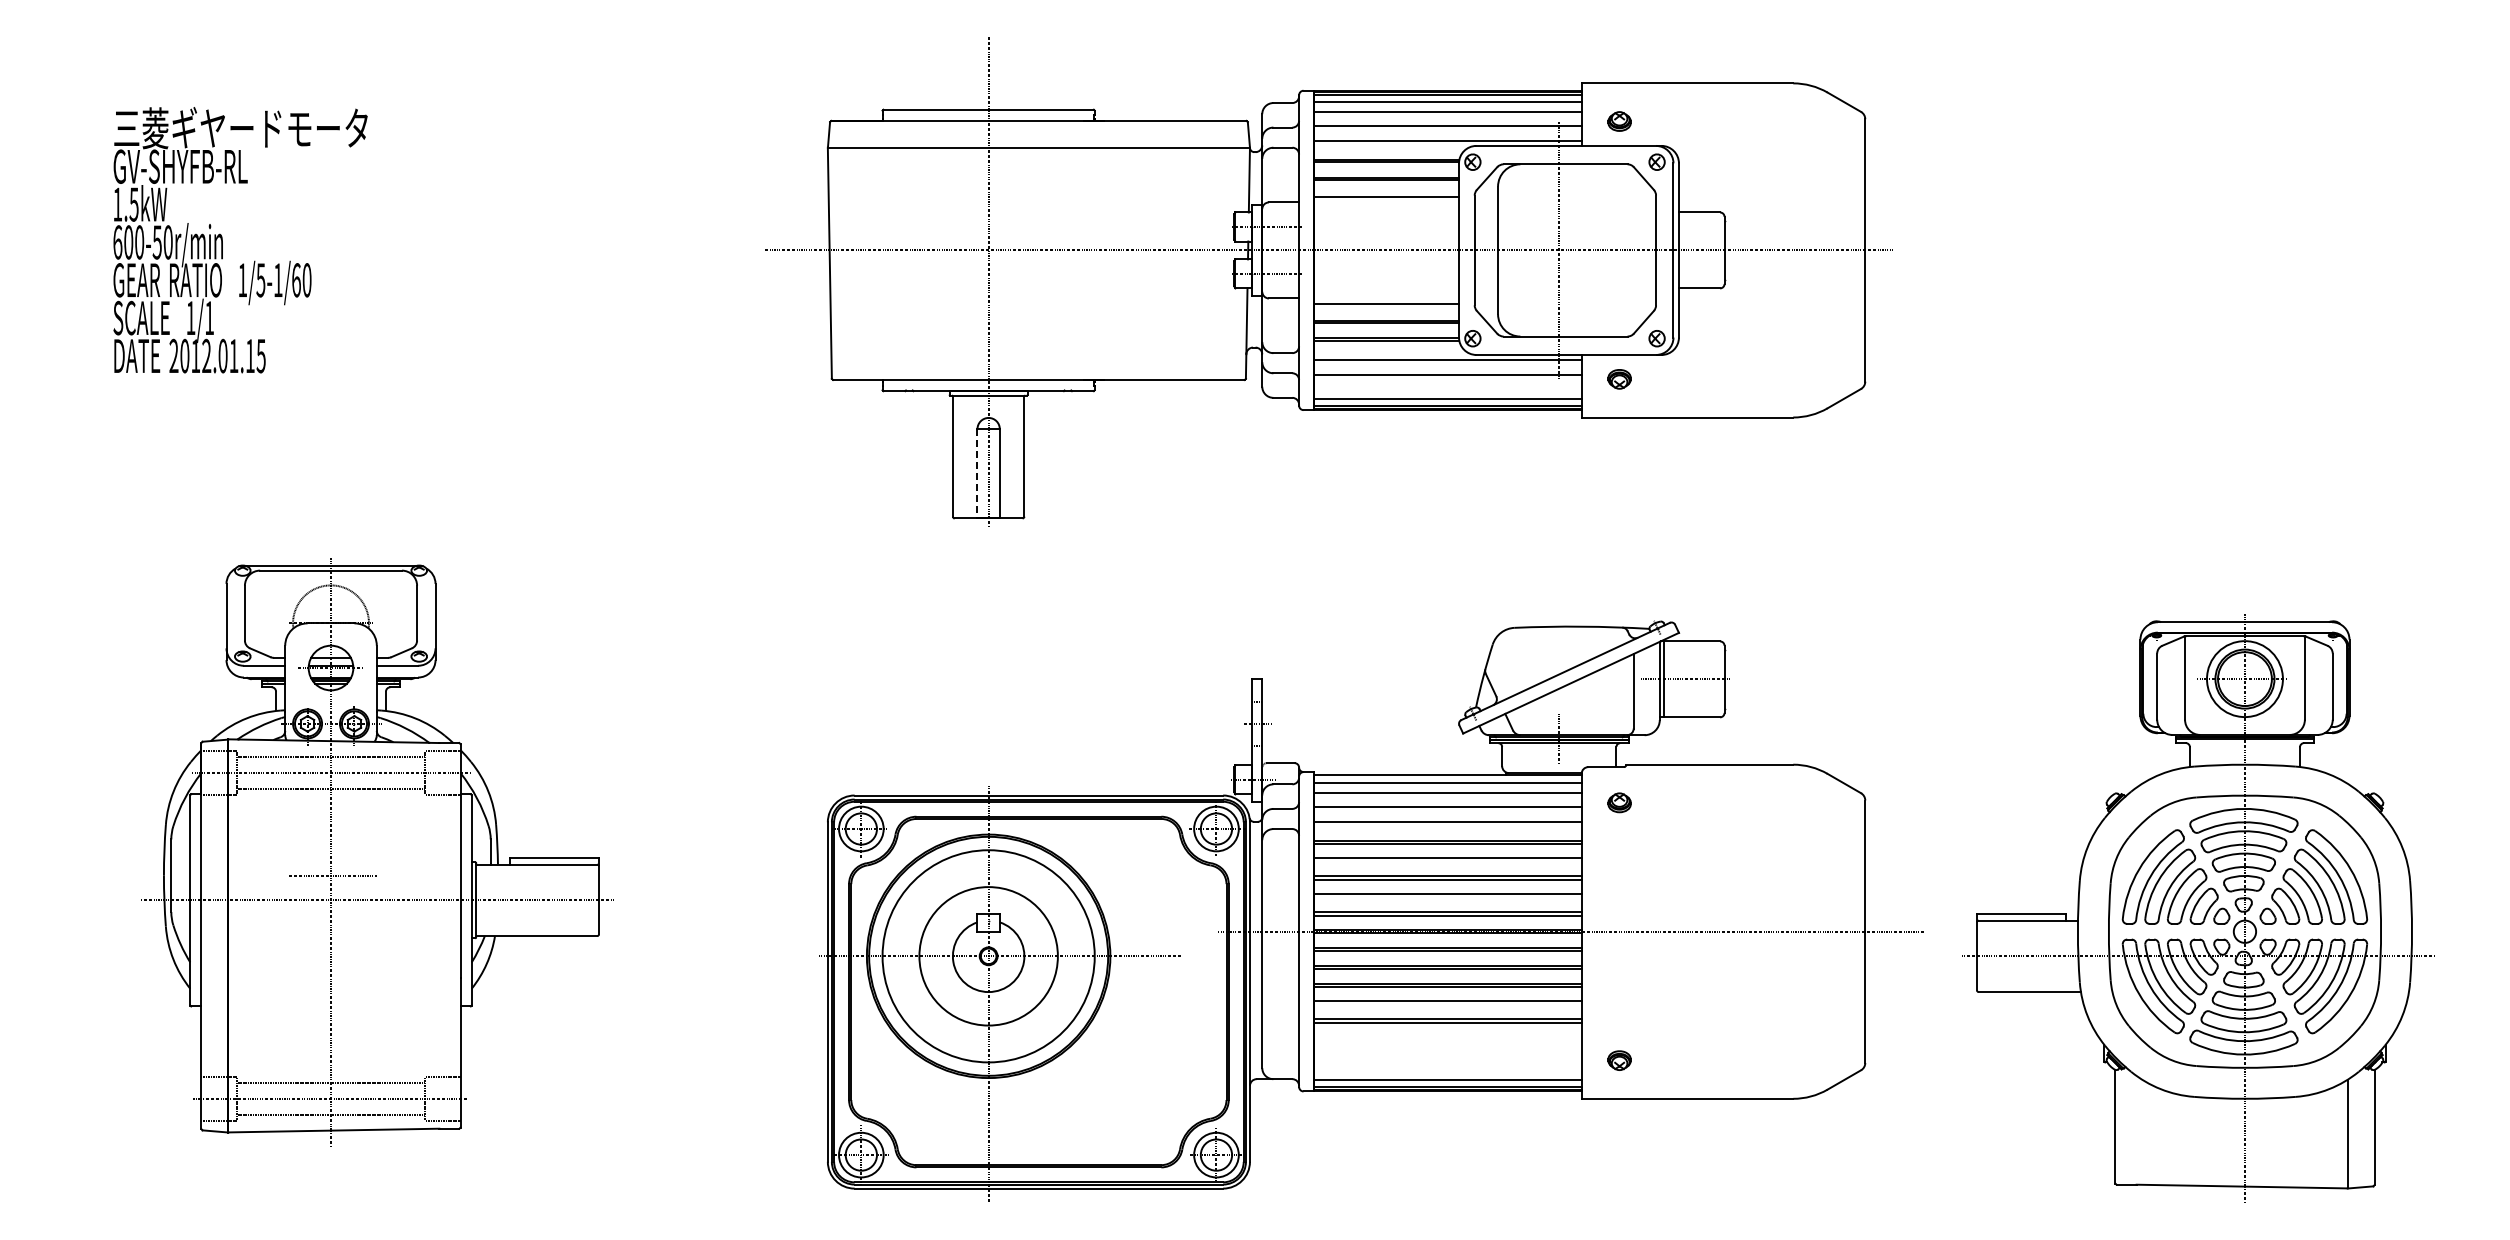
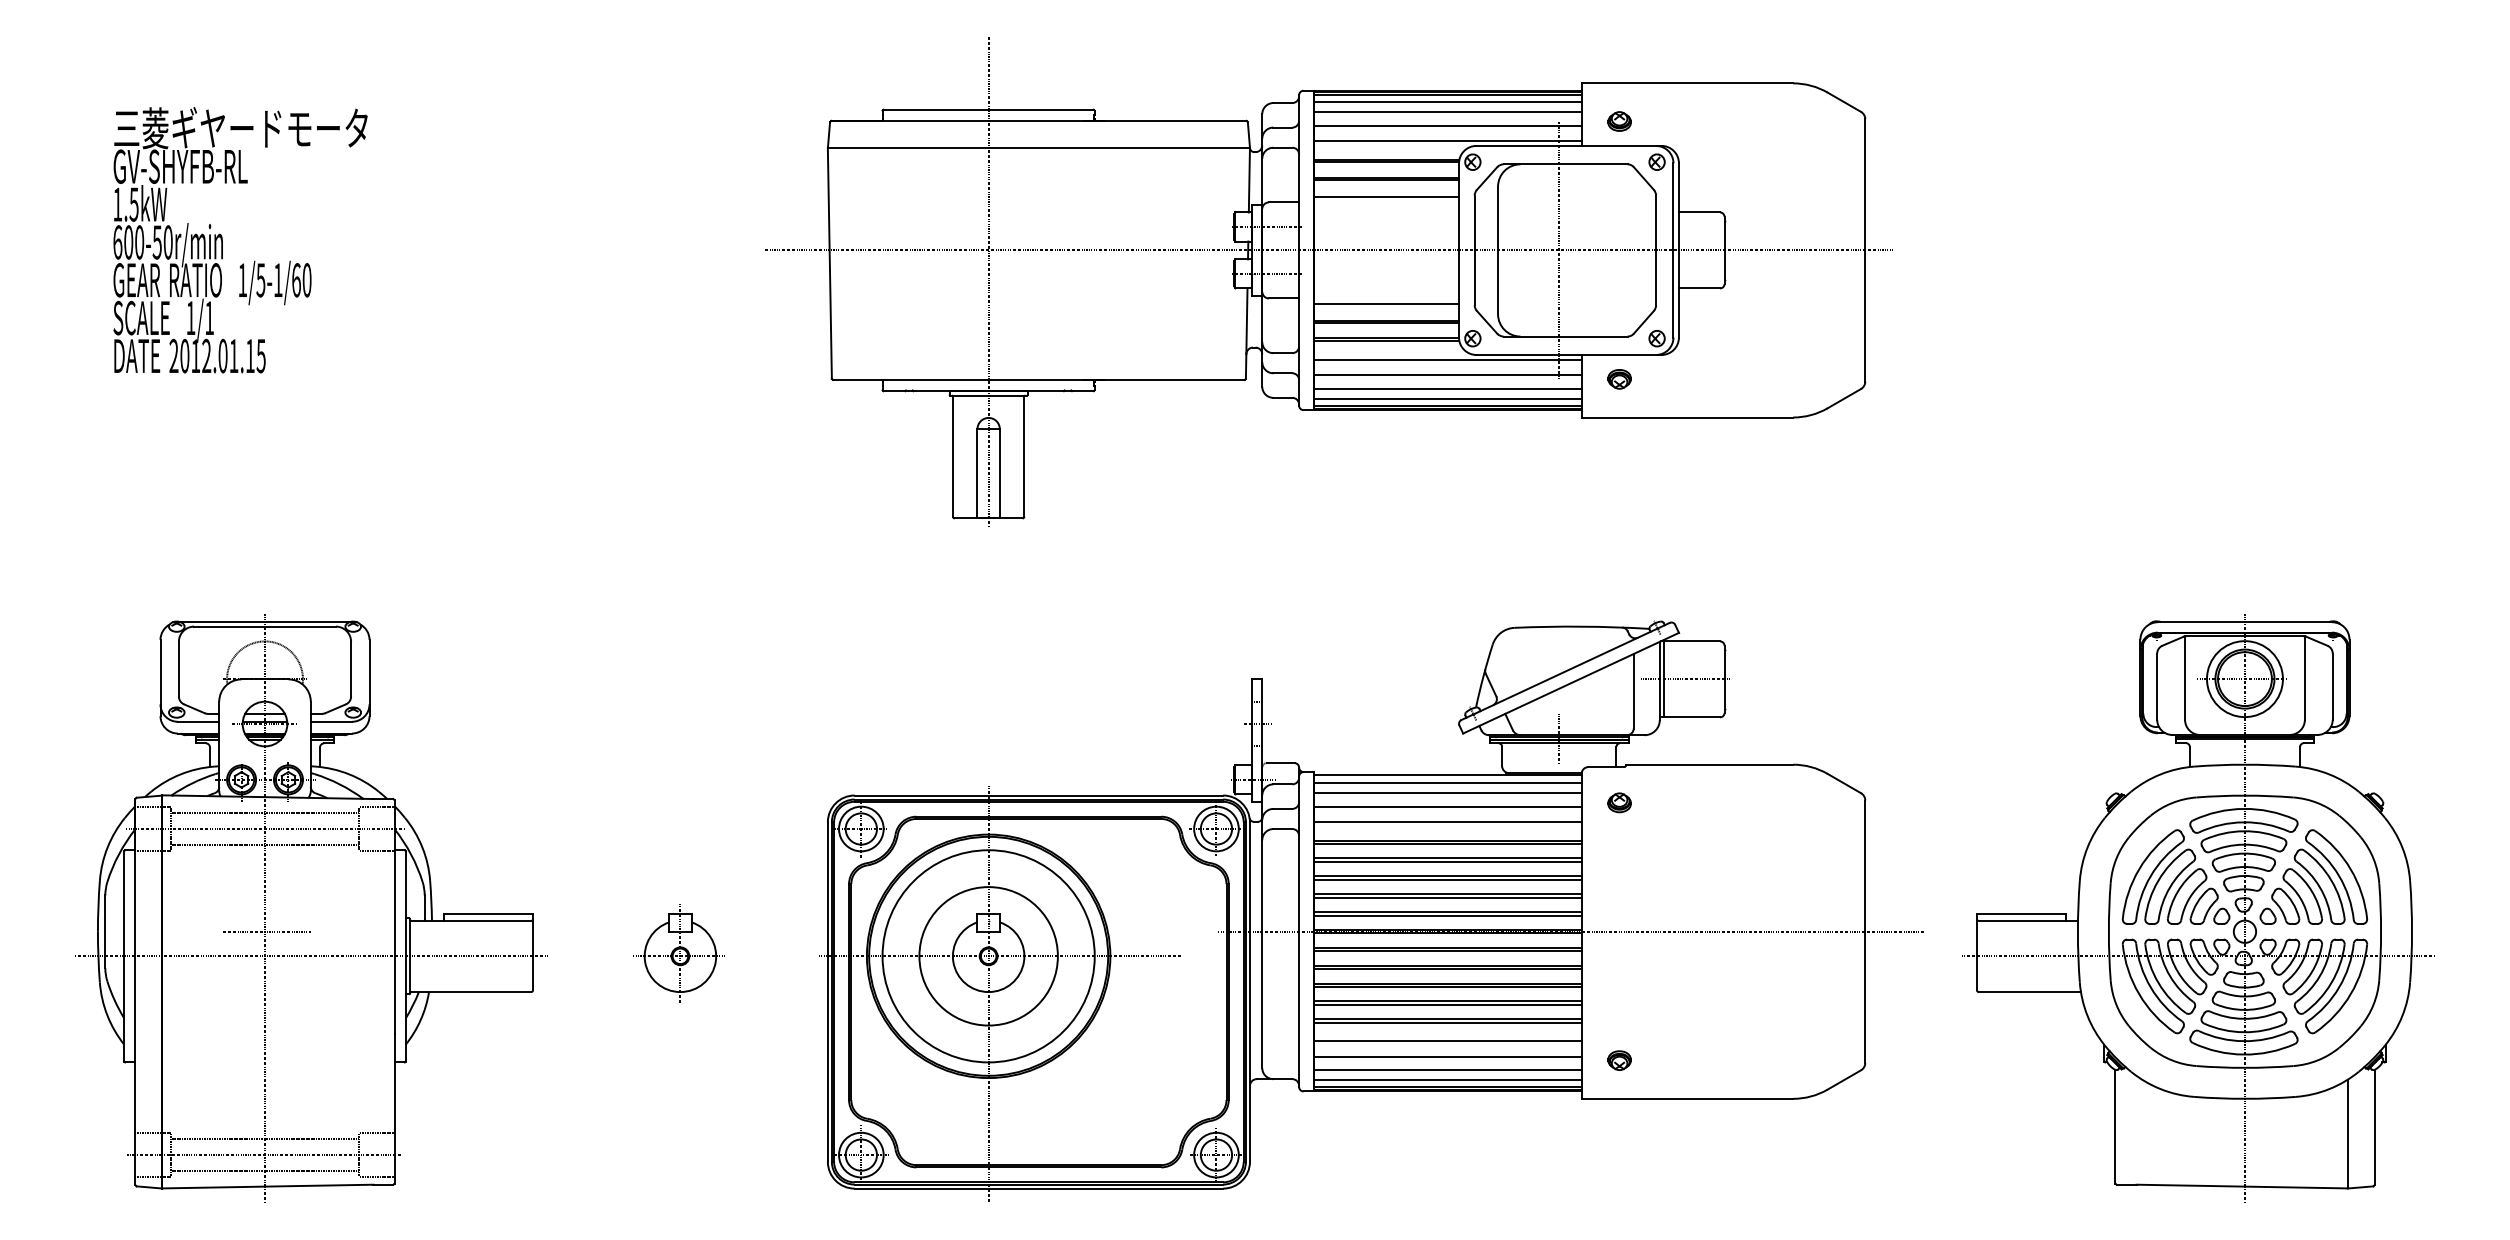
line at (1447, 388): none -> present
line at (977, 473): dashed -> solid
part at (377, 852) position: (377, 852) -> (311, 908)
line at (1447, 862): none -> present
line at (1447, 897): none -> present
part at (678, 953): none -> present
line at (1447, 1005): none -> present
line at (1447, 1041): none -> present
line at (1447, 1056): none -> present
line at (1447, 1070): none -> present
